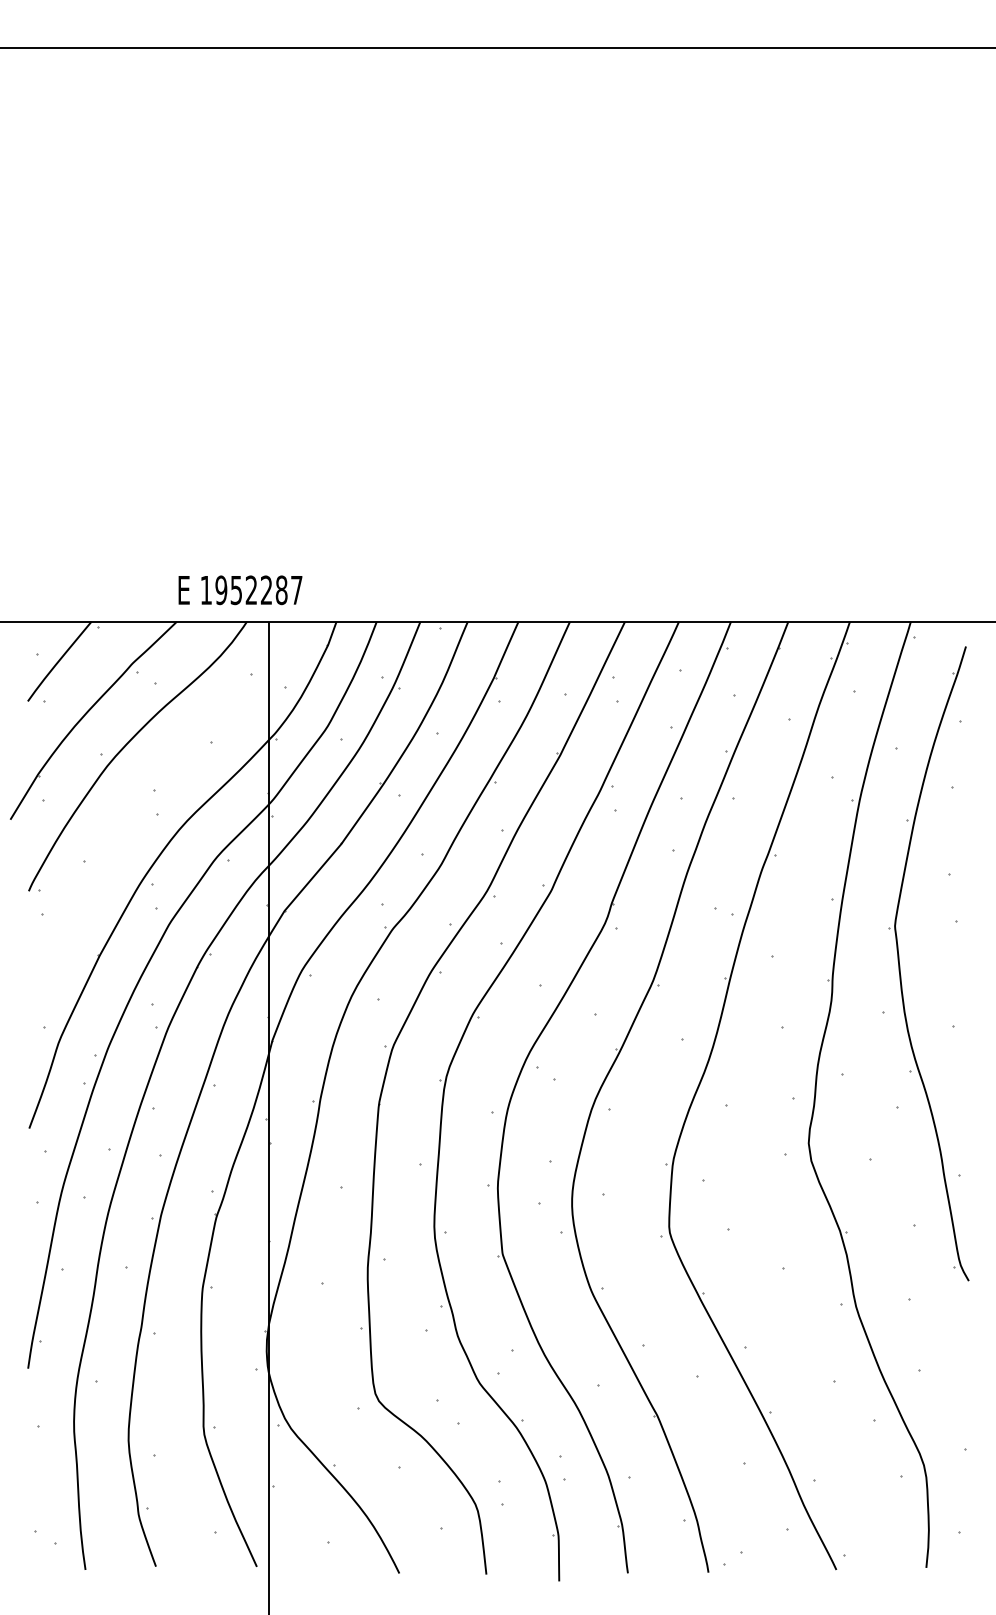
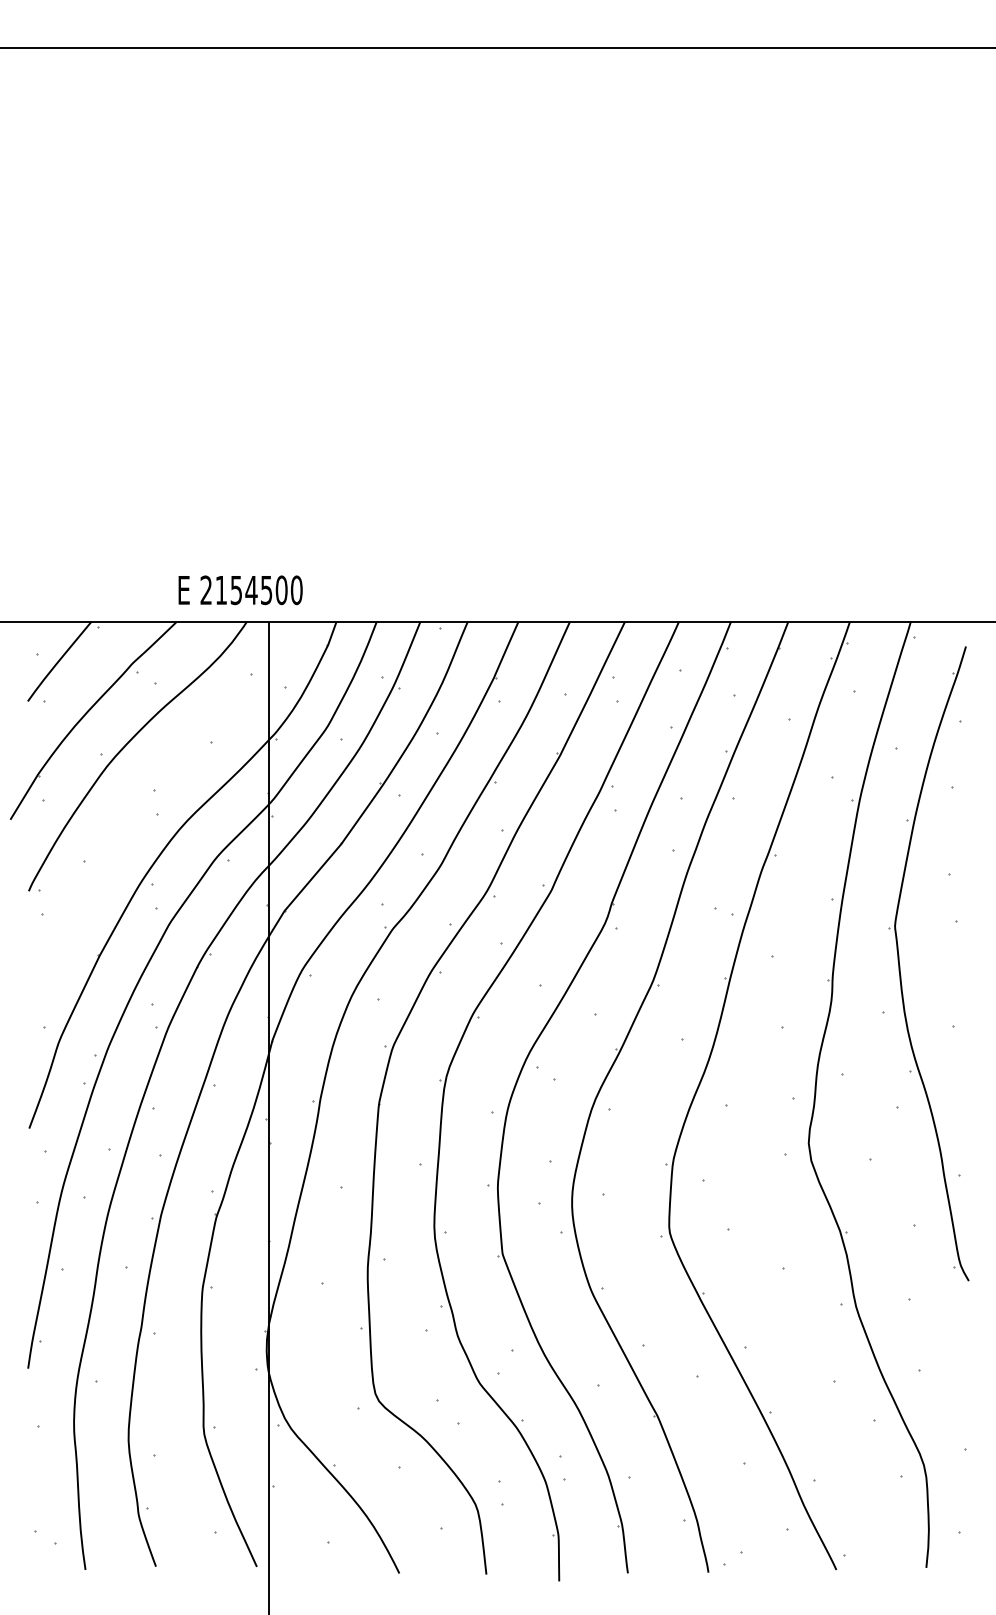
text at (251, 590): 1952287 -> 2154500
